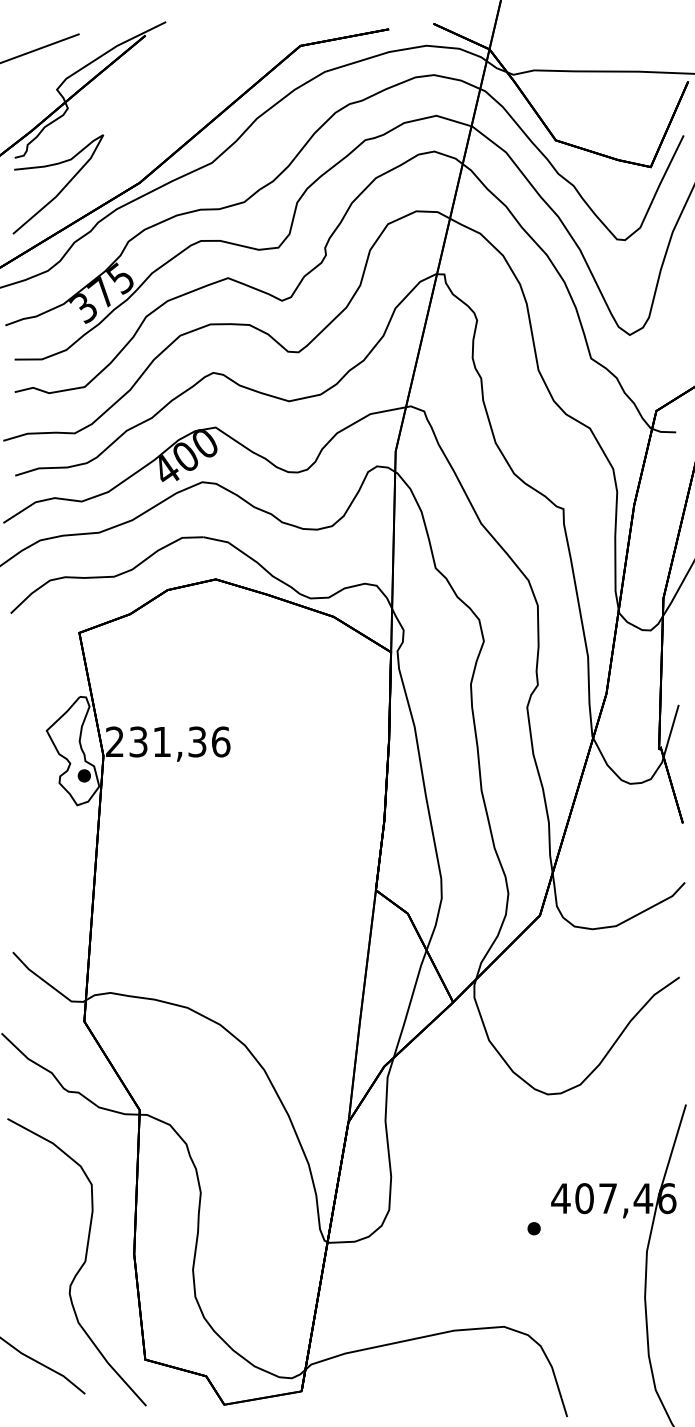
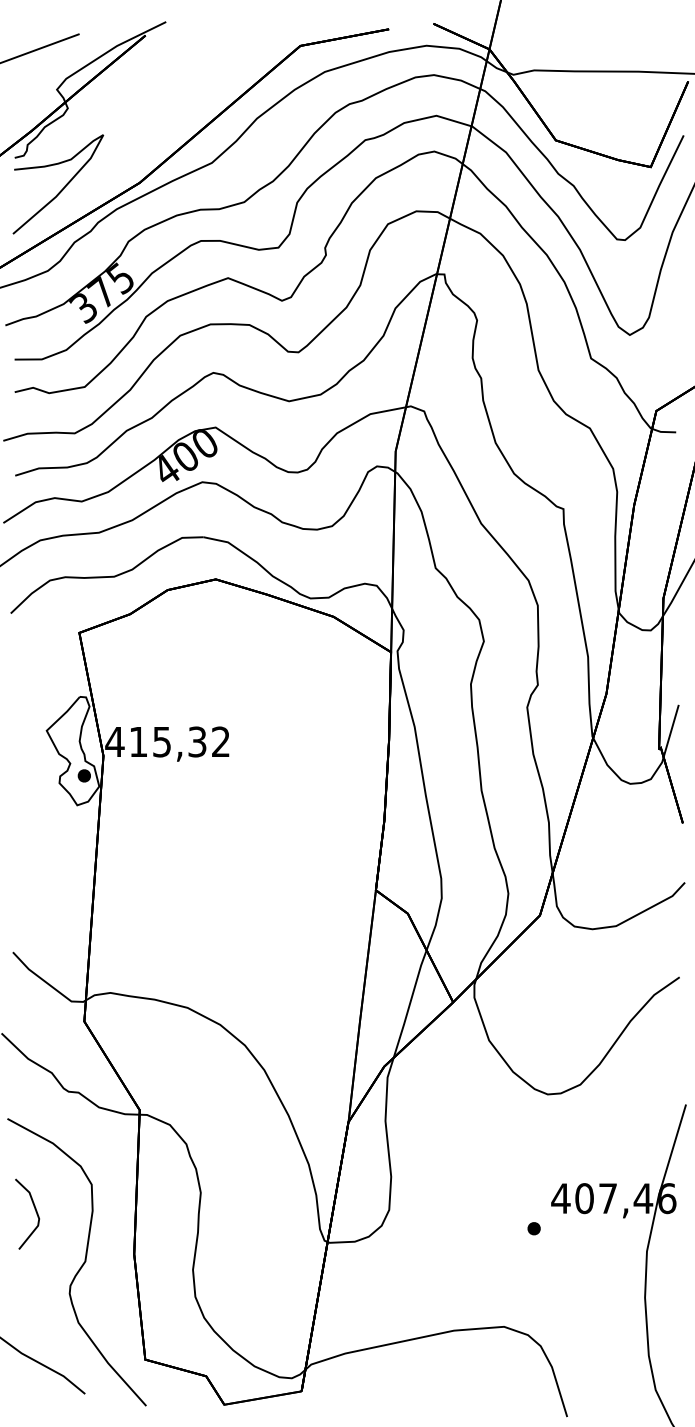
text at (167, 741): 231,36 -> 415,32
curve at (34, 1209): none -> present
